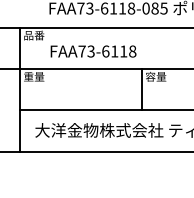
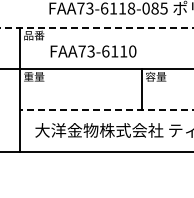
line at (96, 27): solid -> dashed
text at (132, 51): FAA73-6118 -> FAA73-6110
line at (106, 110): solid -> dashed
